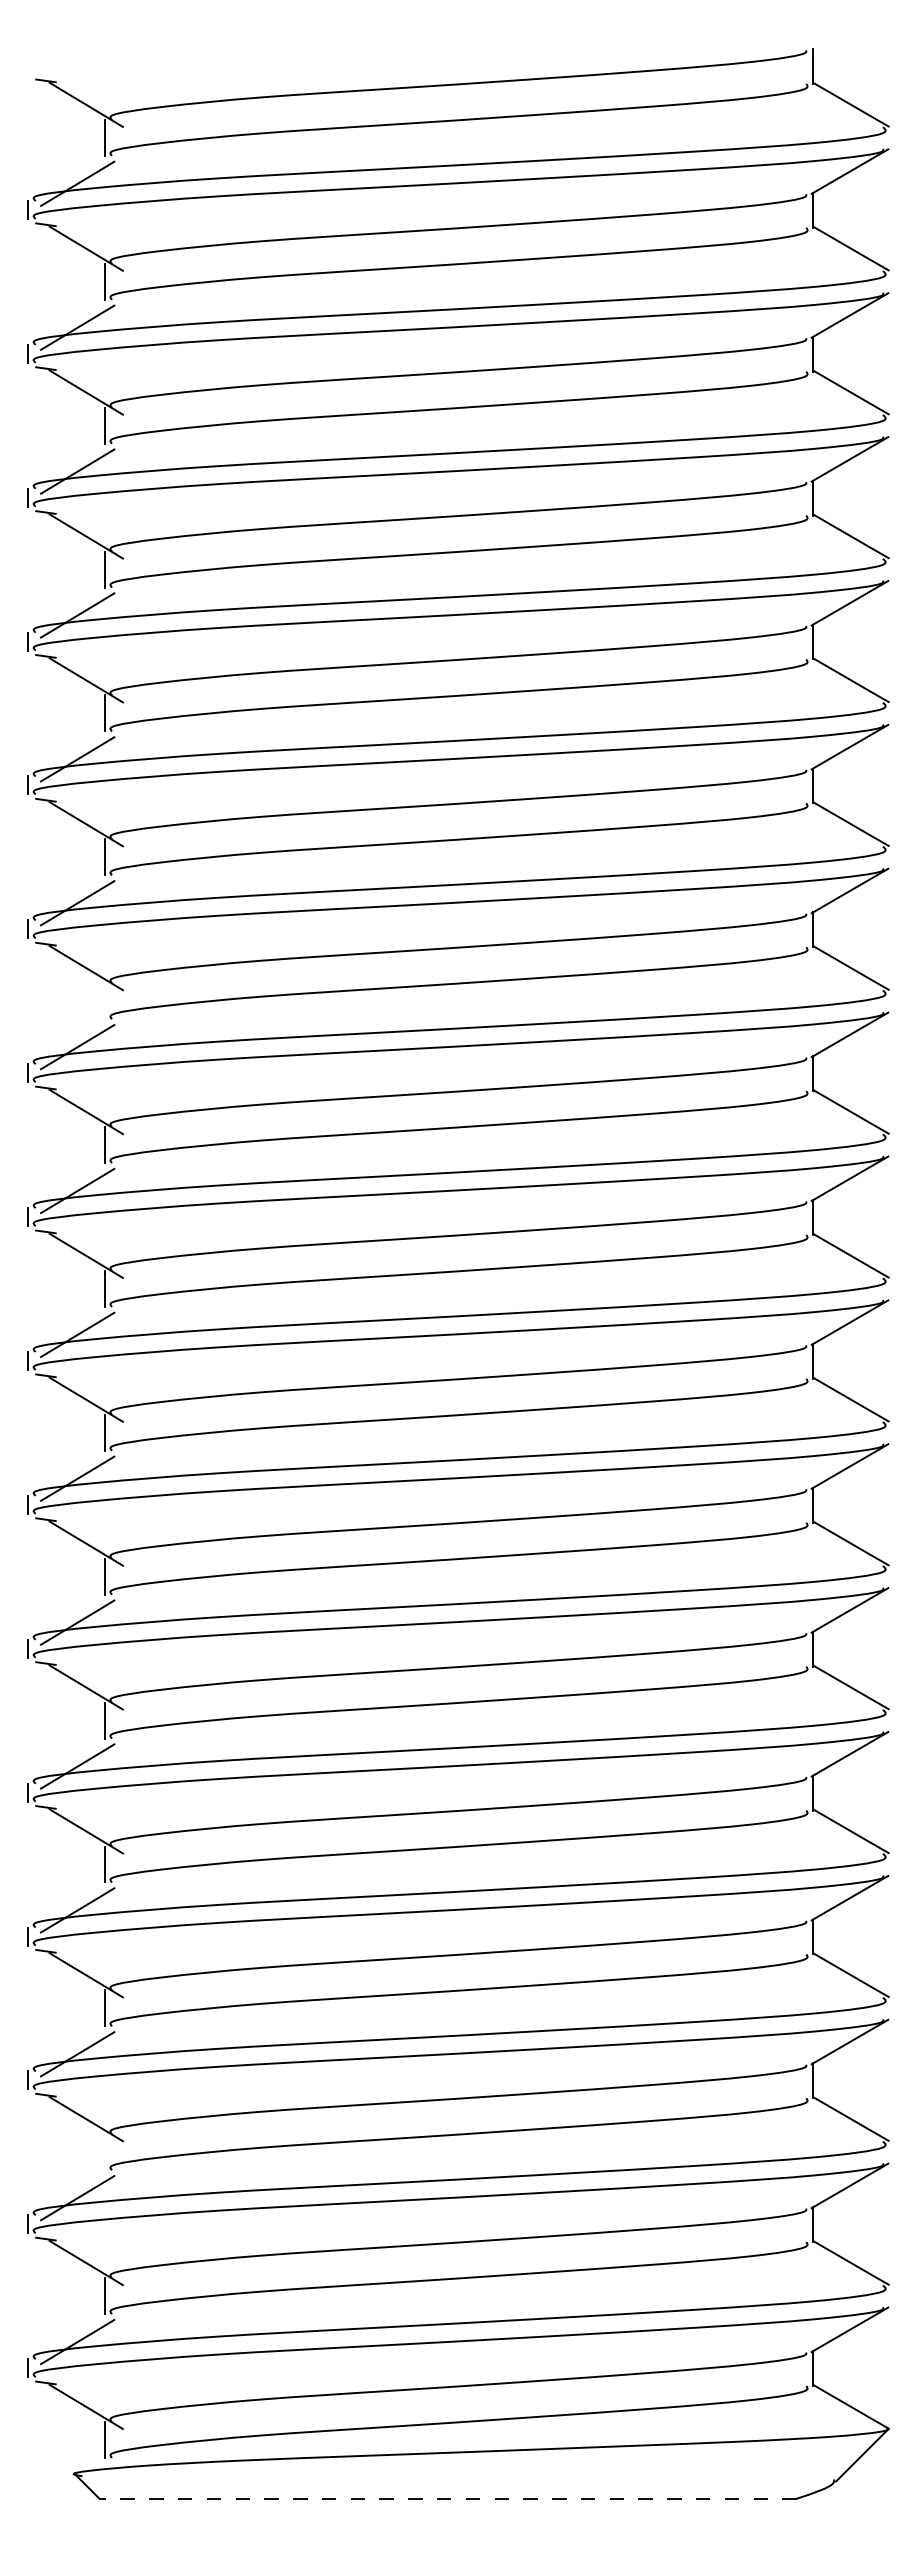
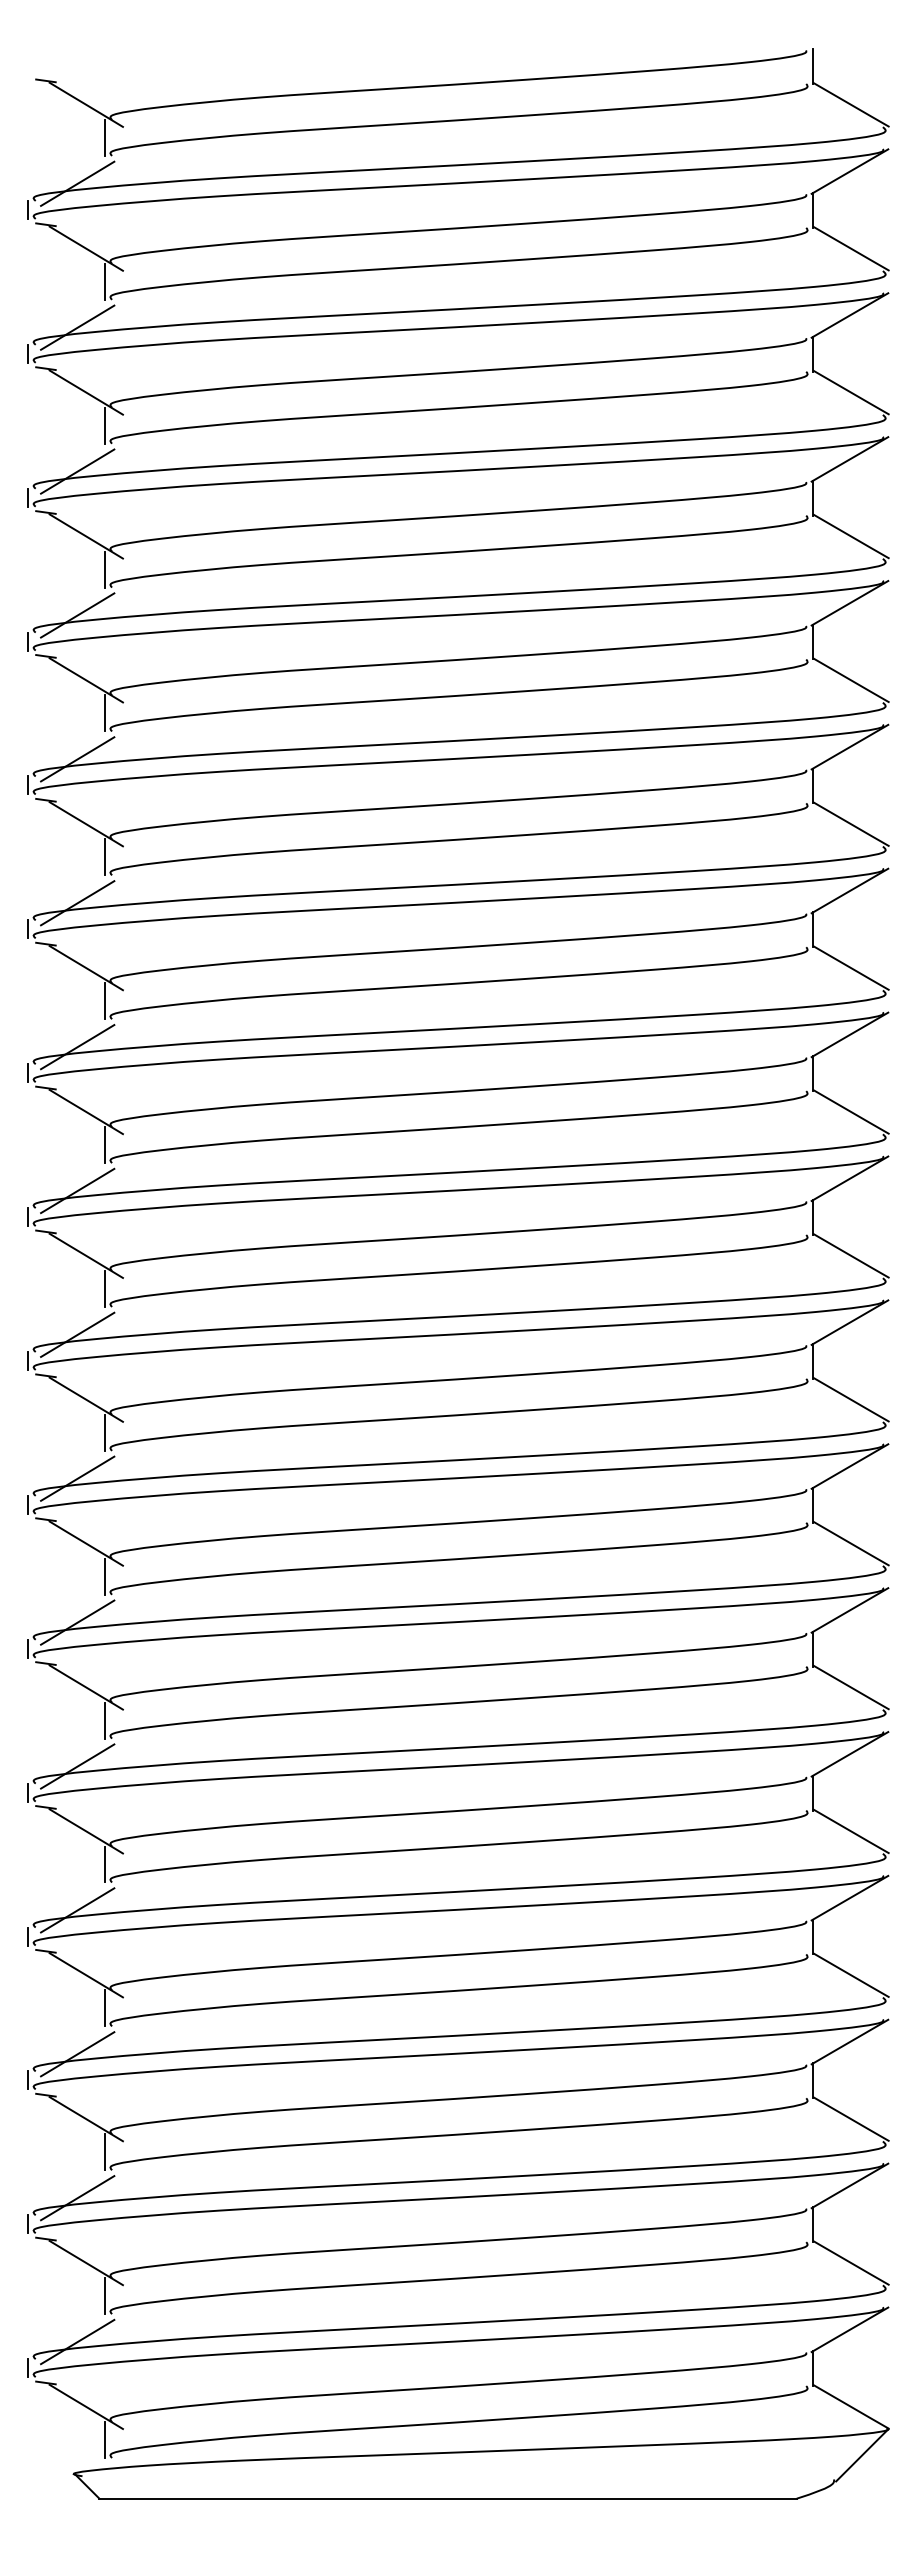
line at (105, 1001): none -> present
line at (105, 2152): none -> present
line at (448, 2498): dashed -> solid
